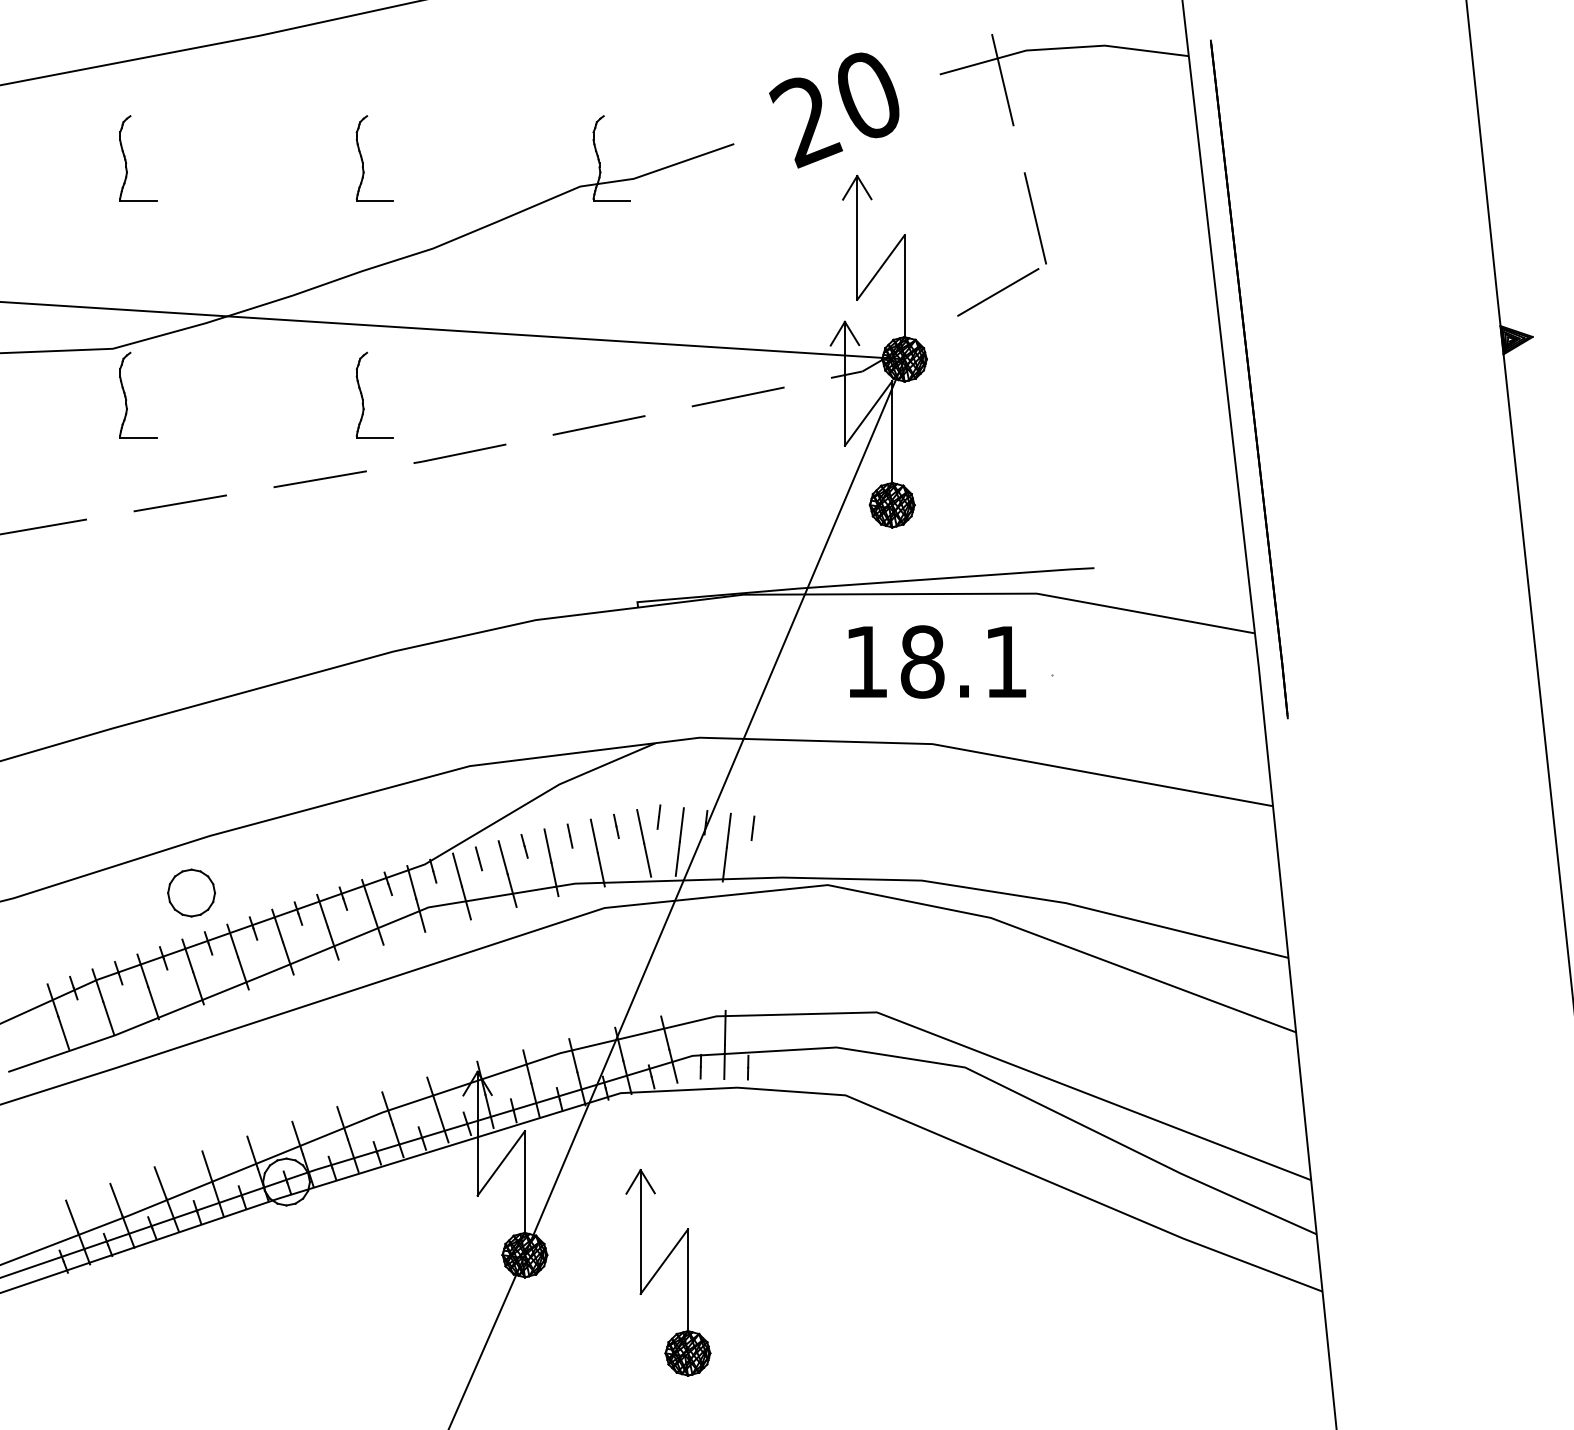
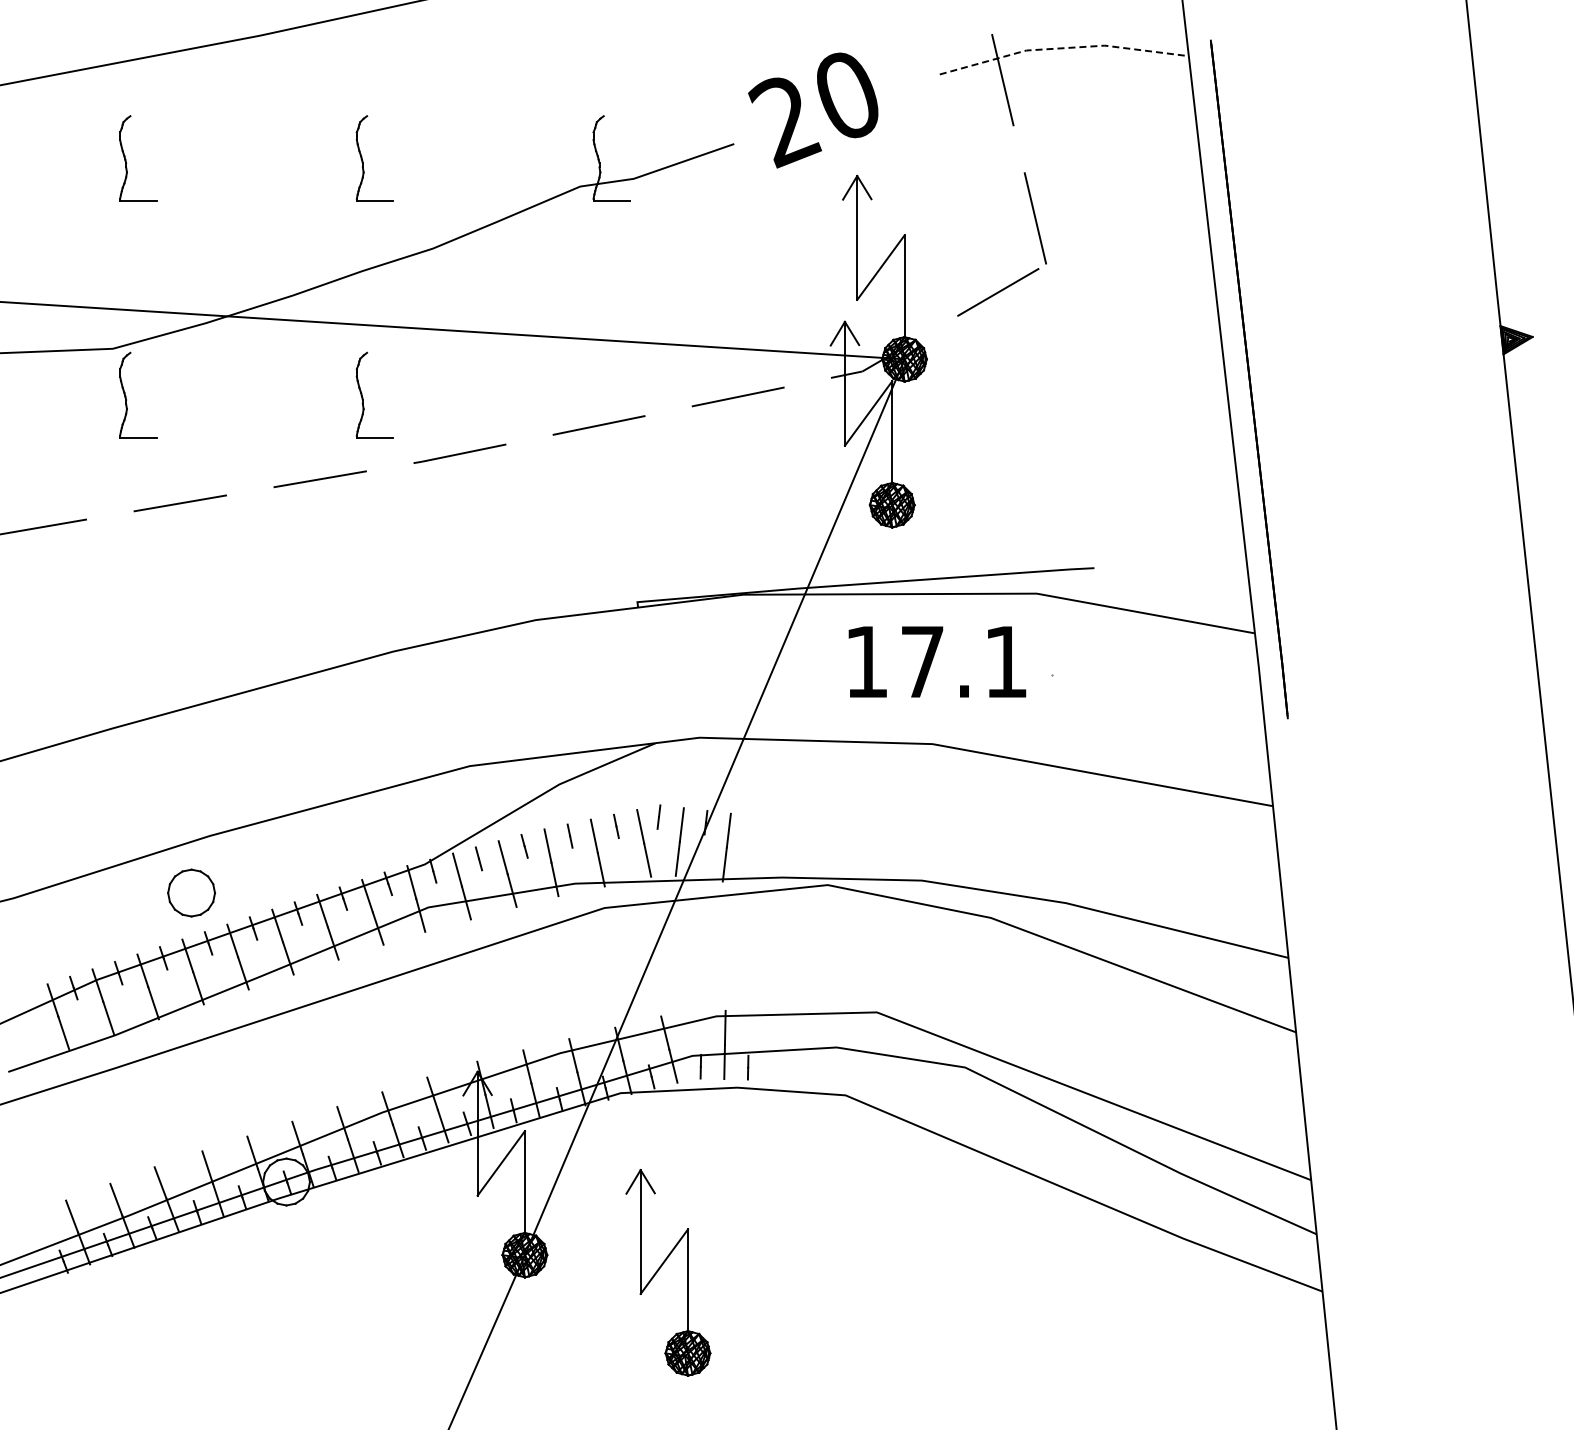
line at (1063, 48): solid -> dashed
text at (834, 110) position: (834, 110) -> (813, 110)
text at (922, 661): 18.1 -> 17.1
line at (752, 827): present -> none
